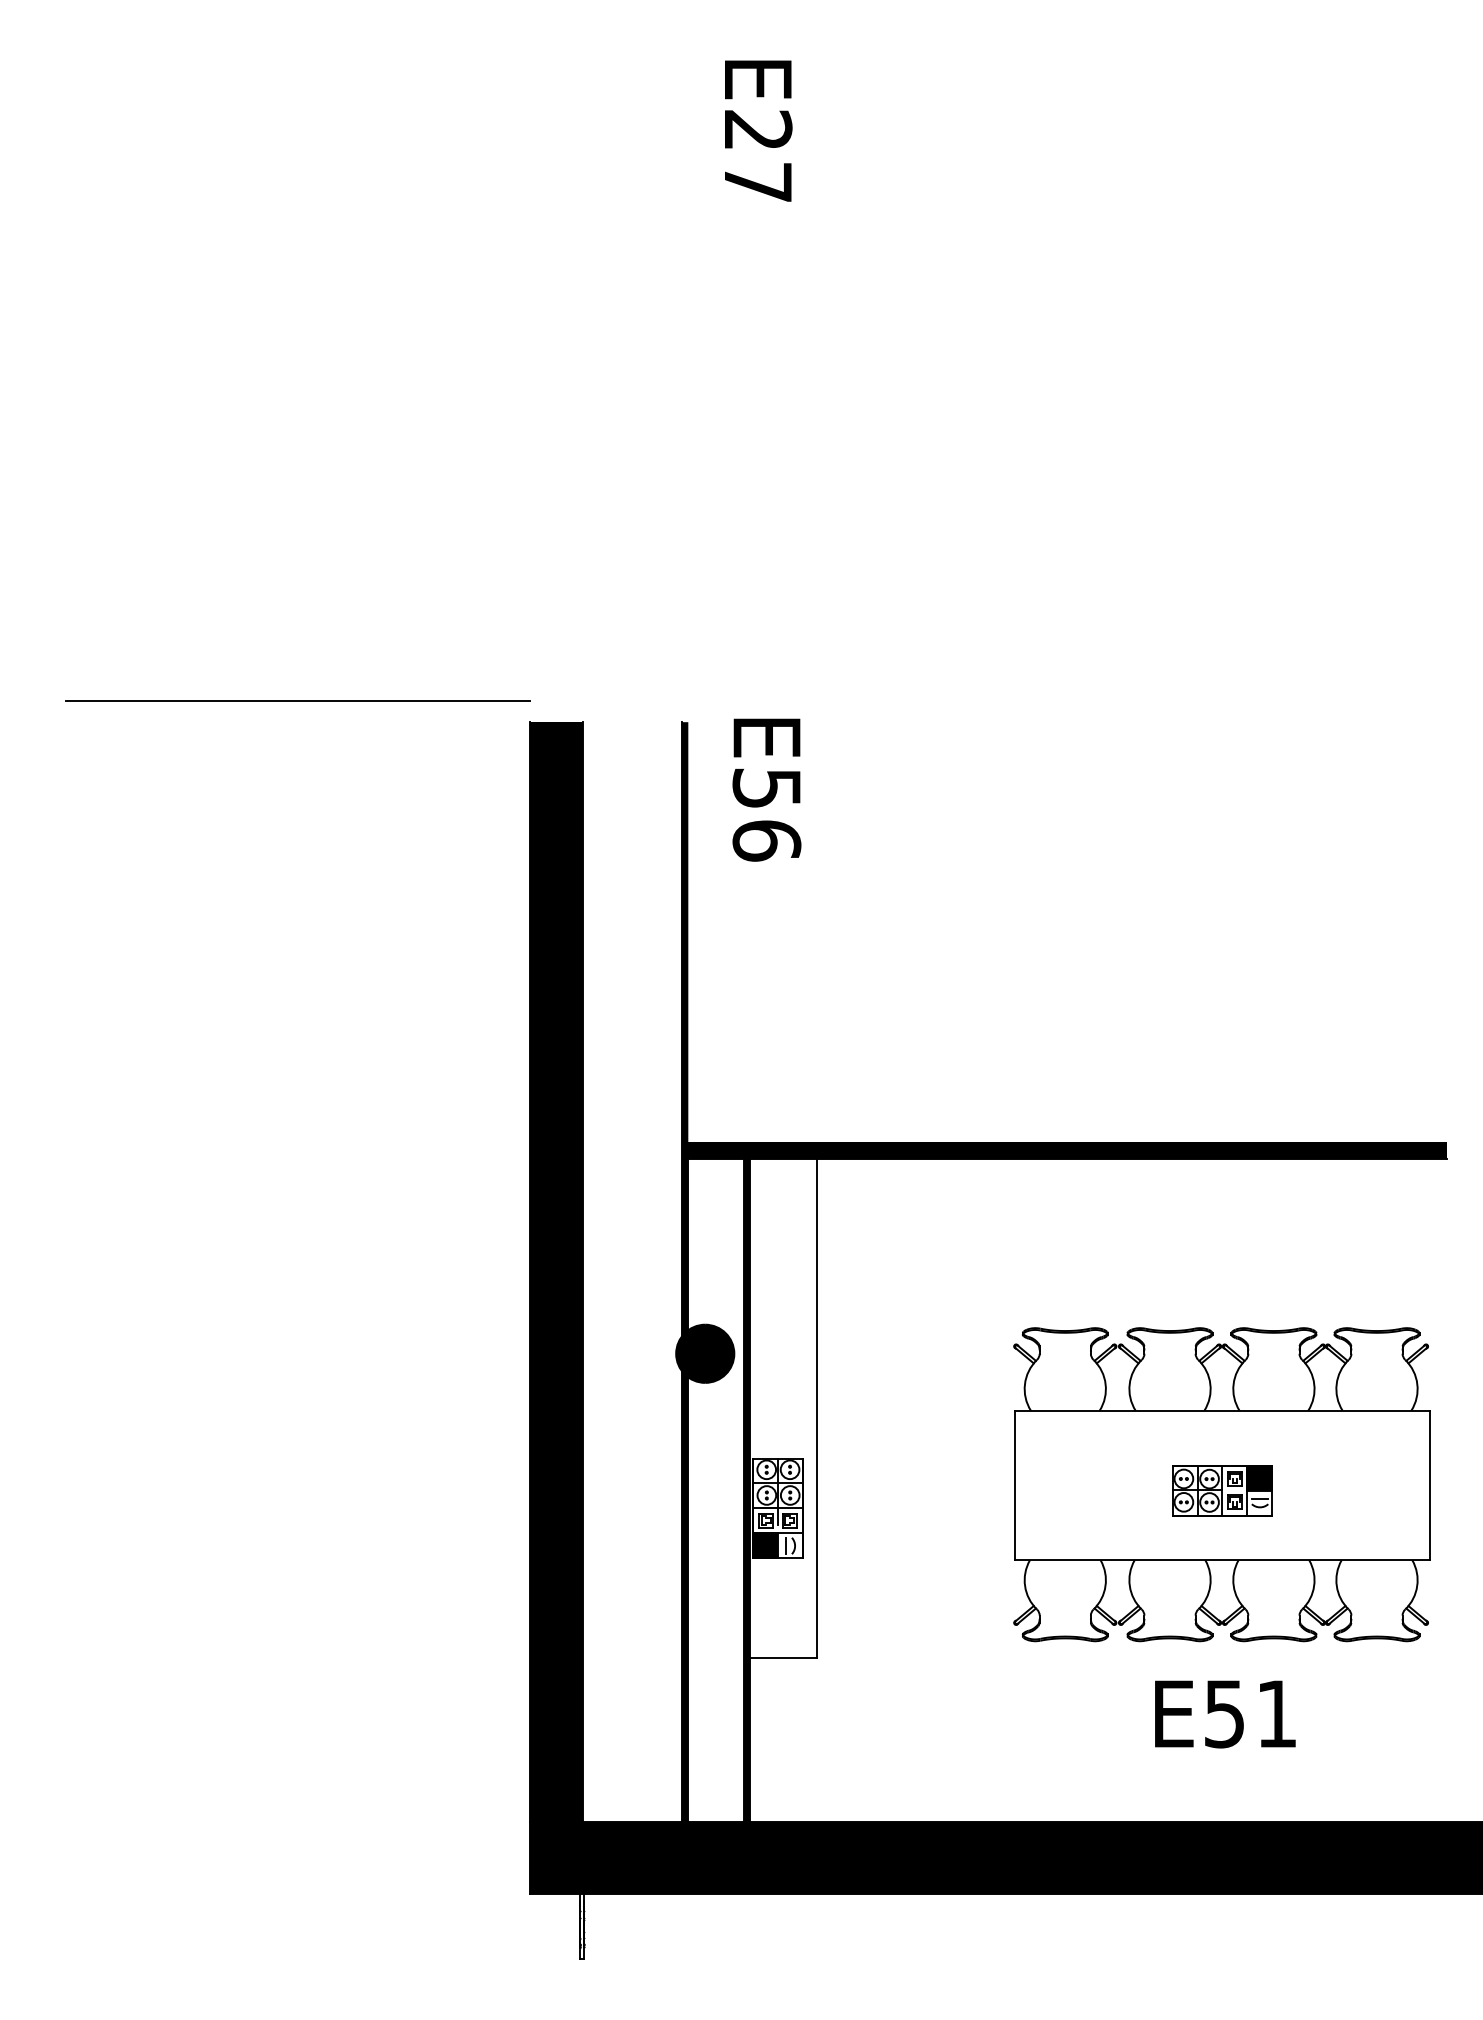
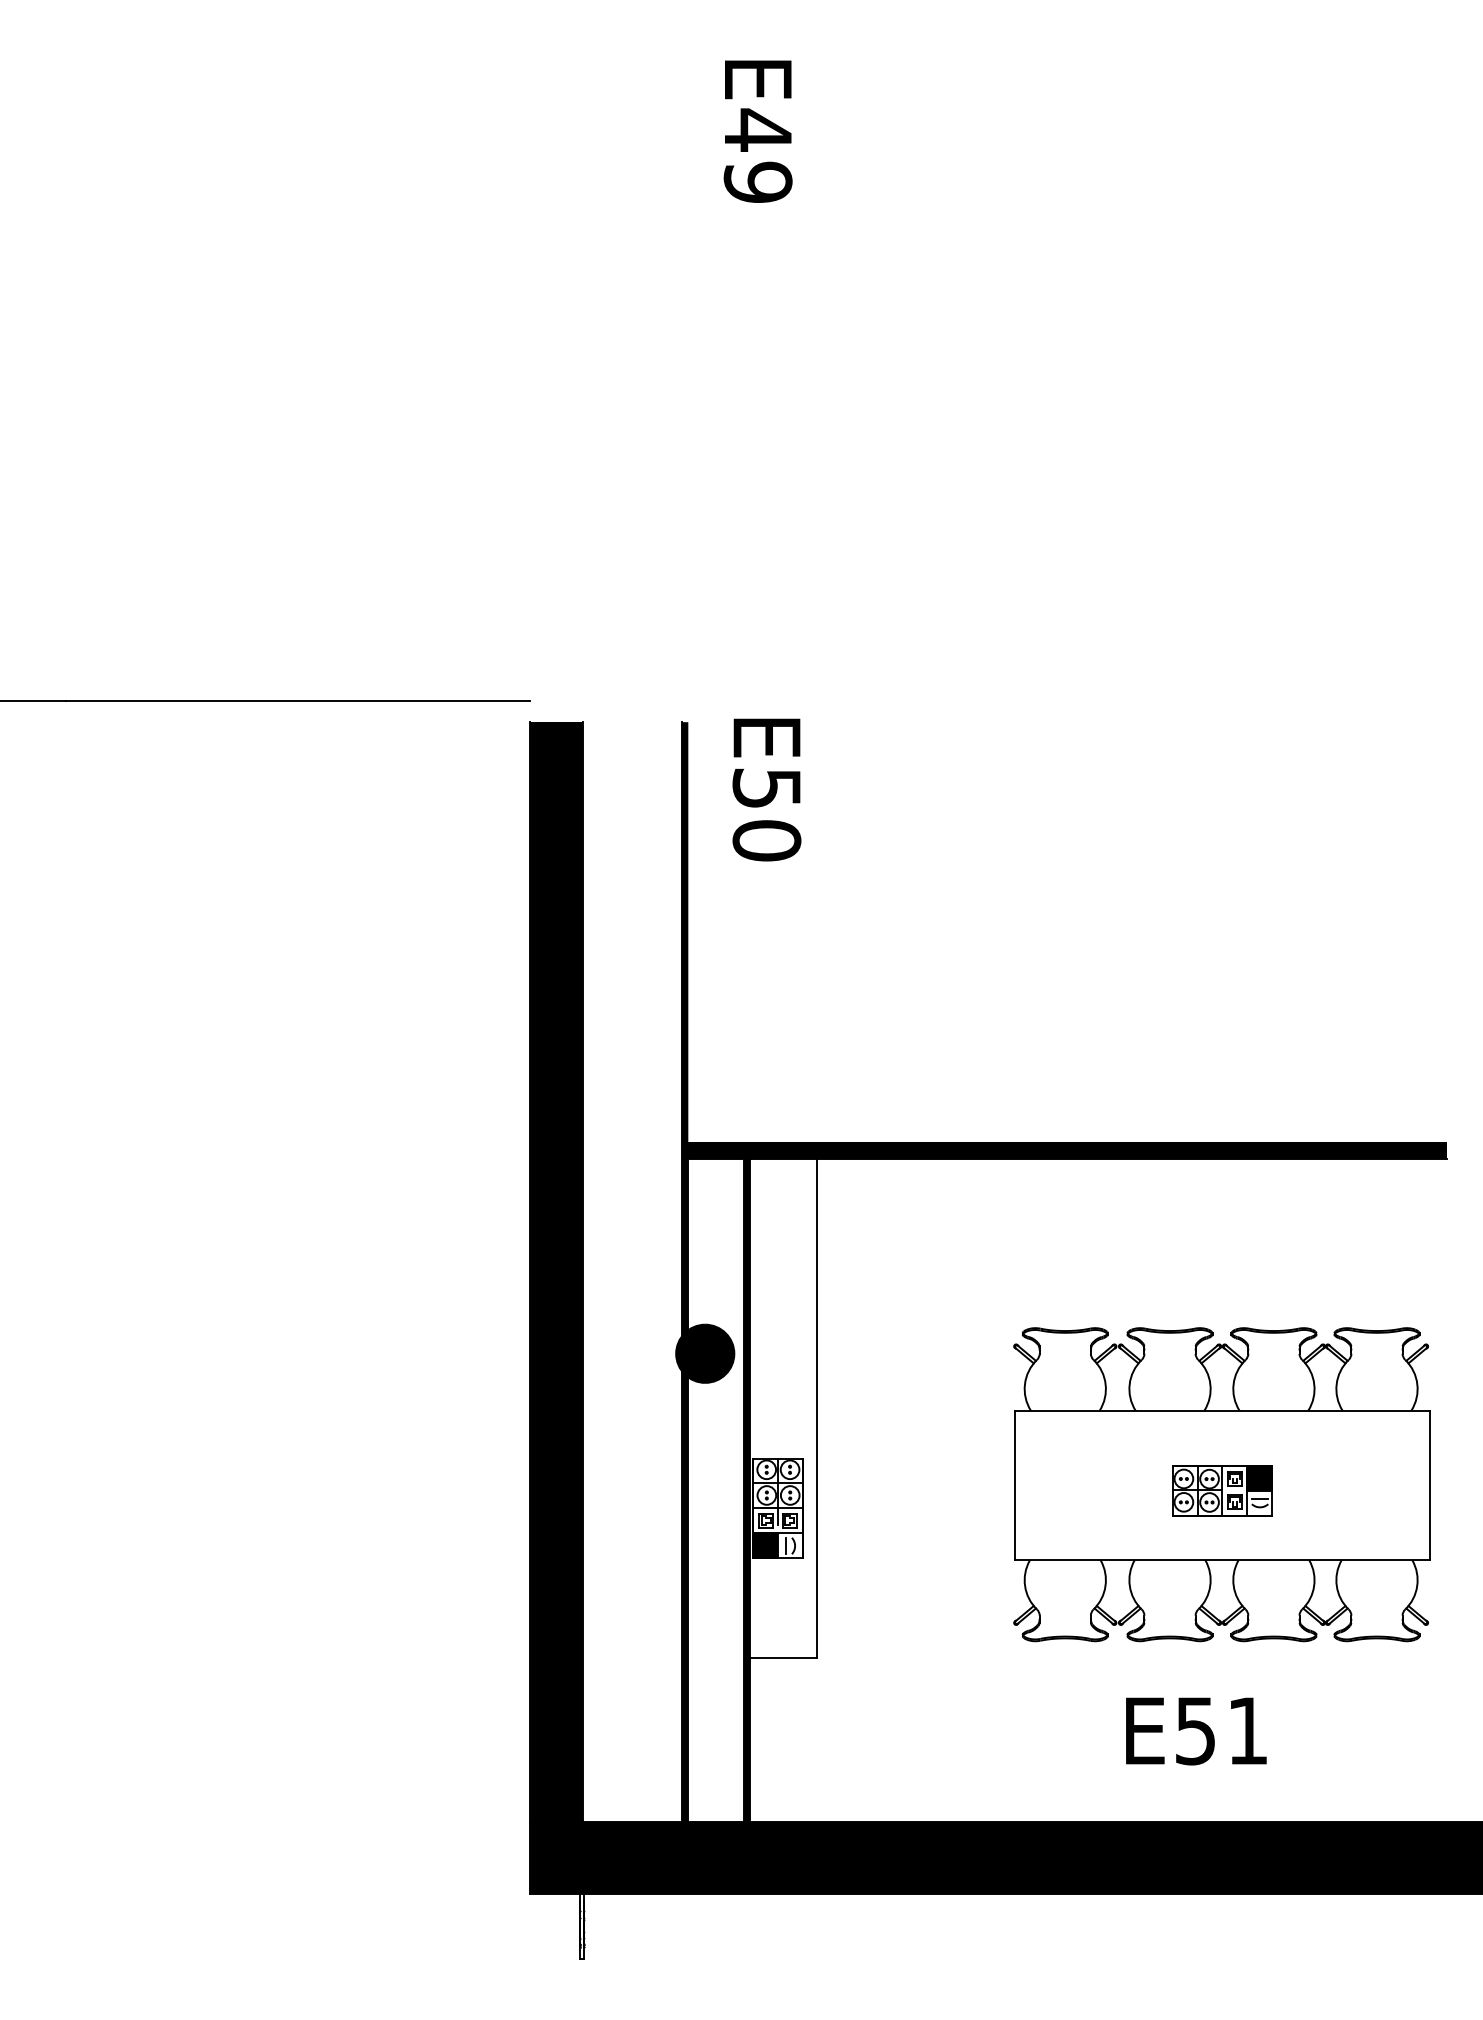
text at (757, 155): E27 -> E49
line at (33, 700): none -> present
text at (766, 840): E56 -> E50
text at (1225, 1714) position: (1225, 1714) -> (1196, 1731)
